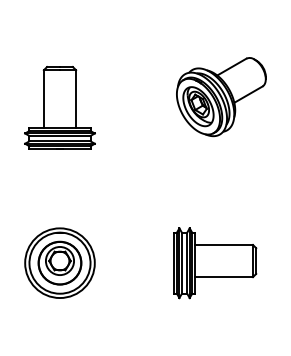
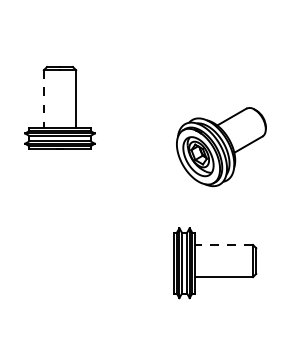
part at (221, 97) position: (221, 97) -> (221, 147)
line at (43, 99): solid -> dashed
line at (224, 244): solid -> dashed
part at (59, 262): present -> none
